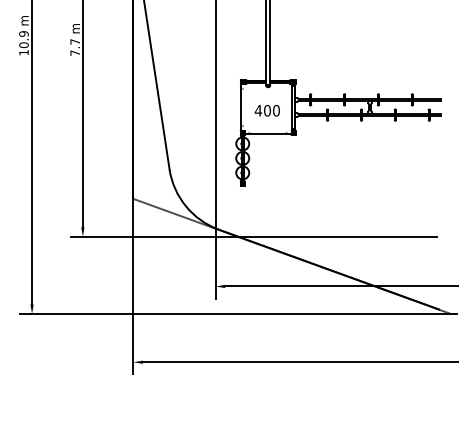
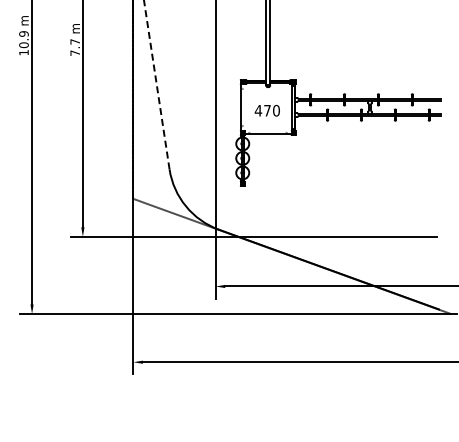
line at (156, 84): solid -> dashed
text at (267, 110): 400 -> 470
